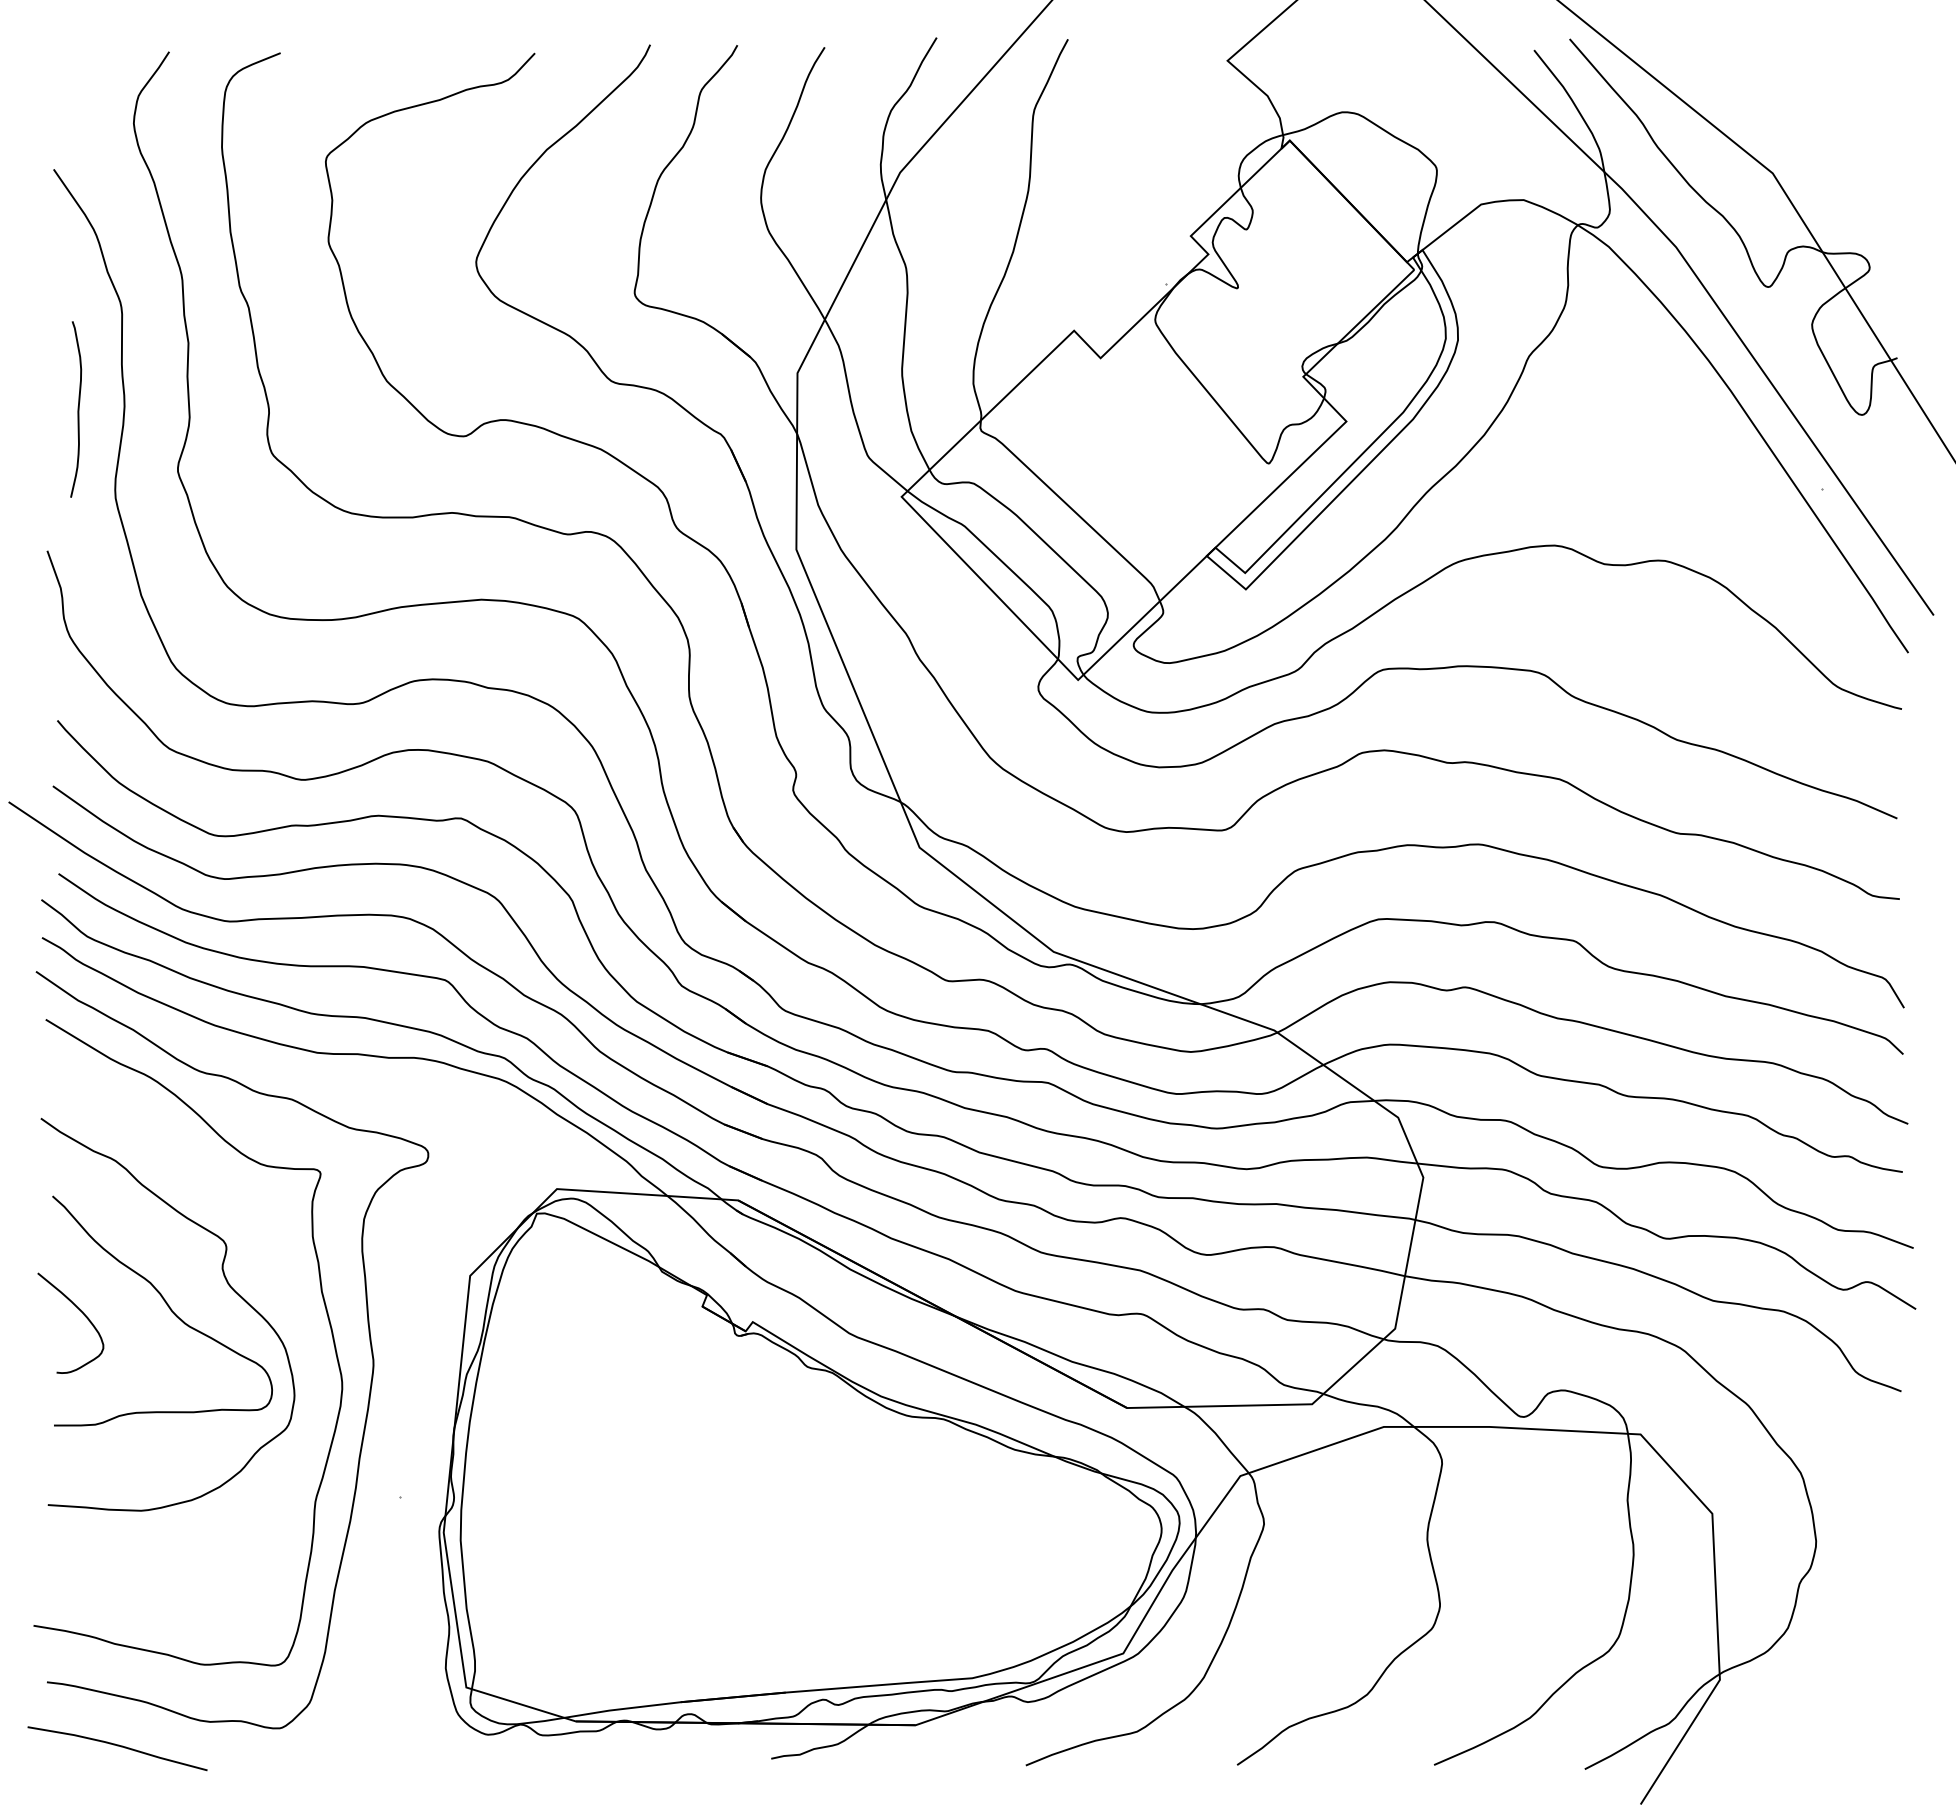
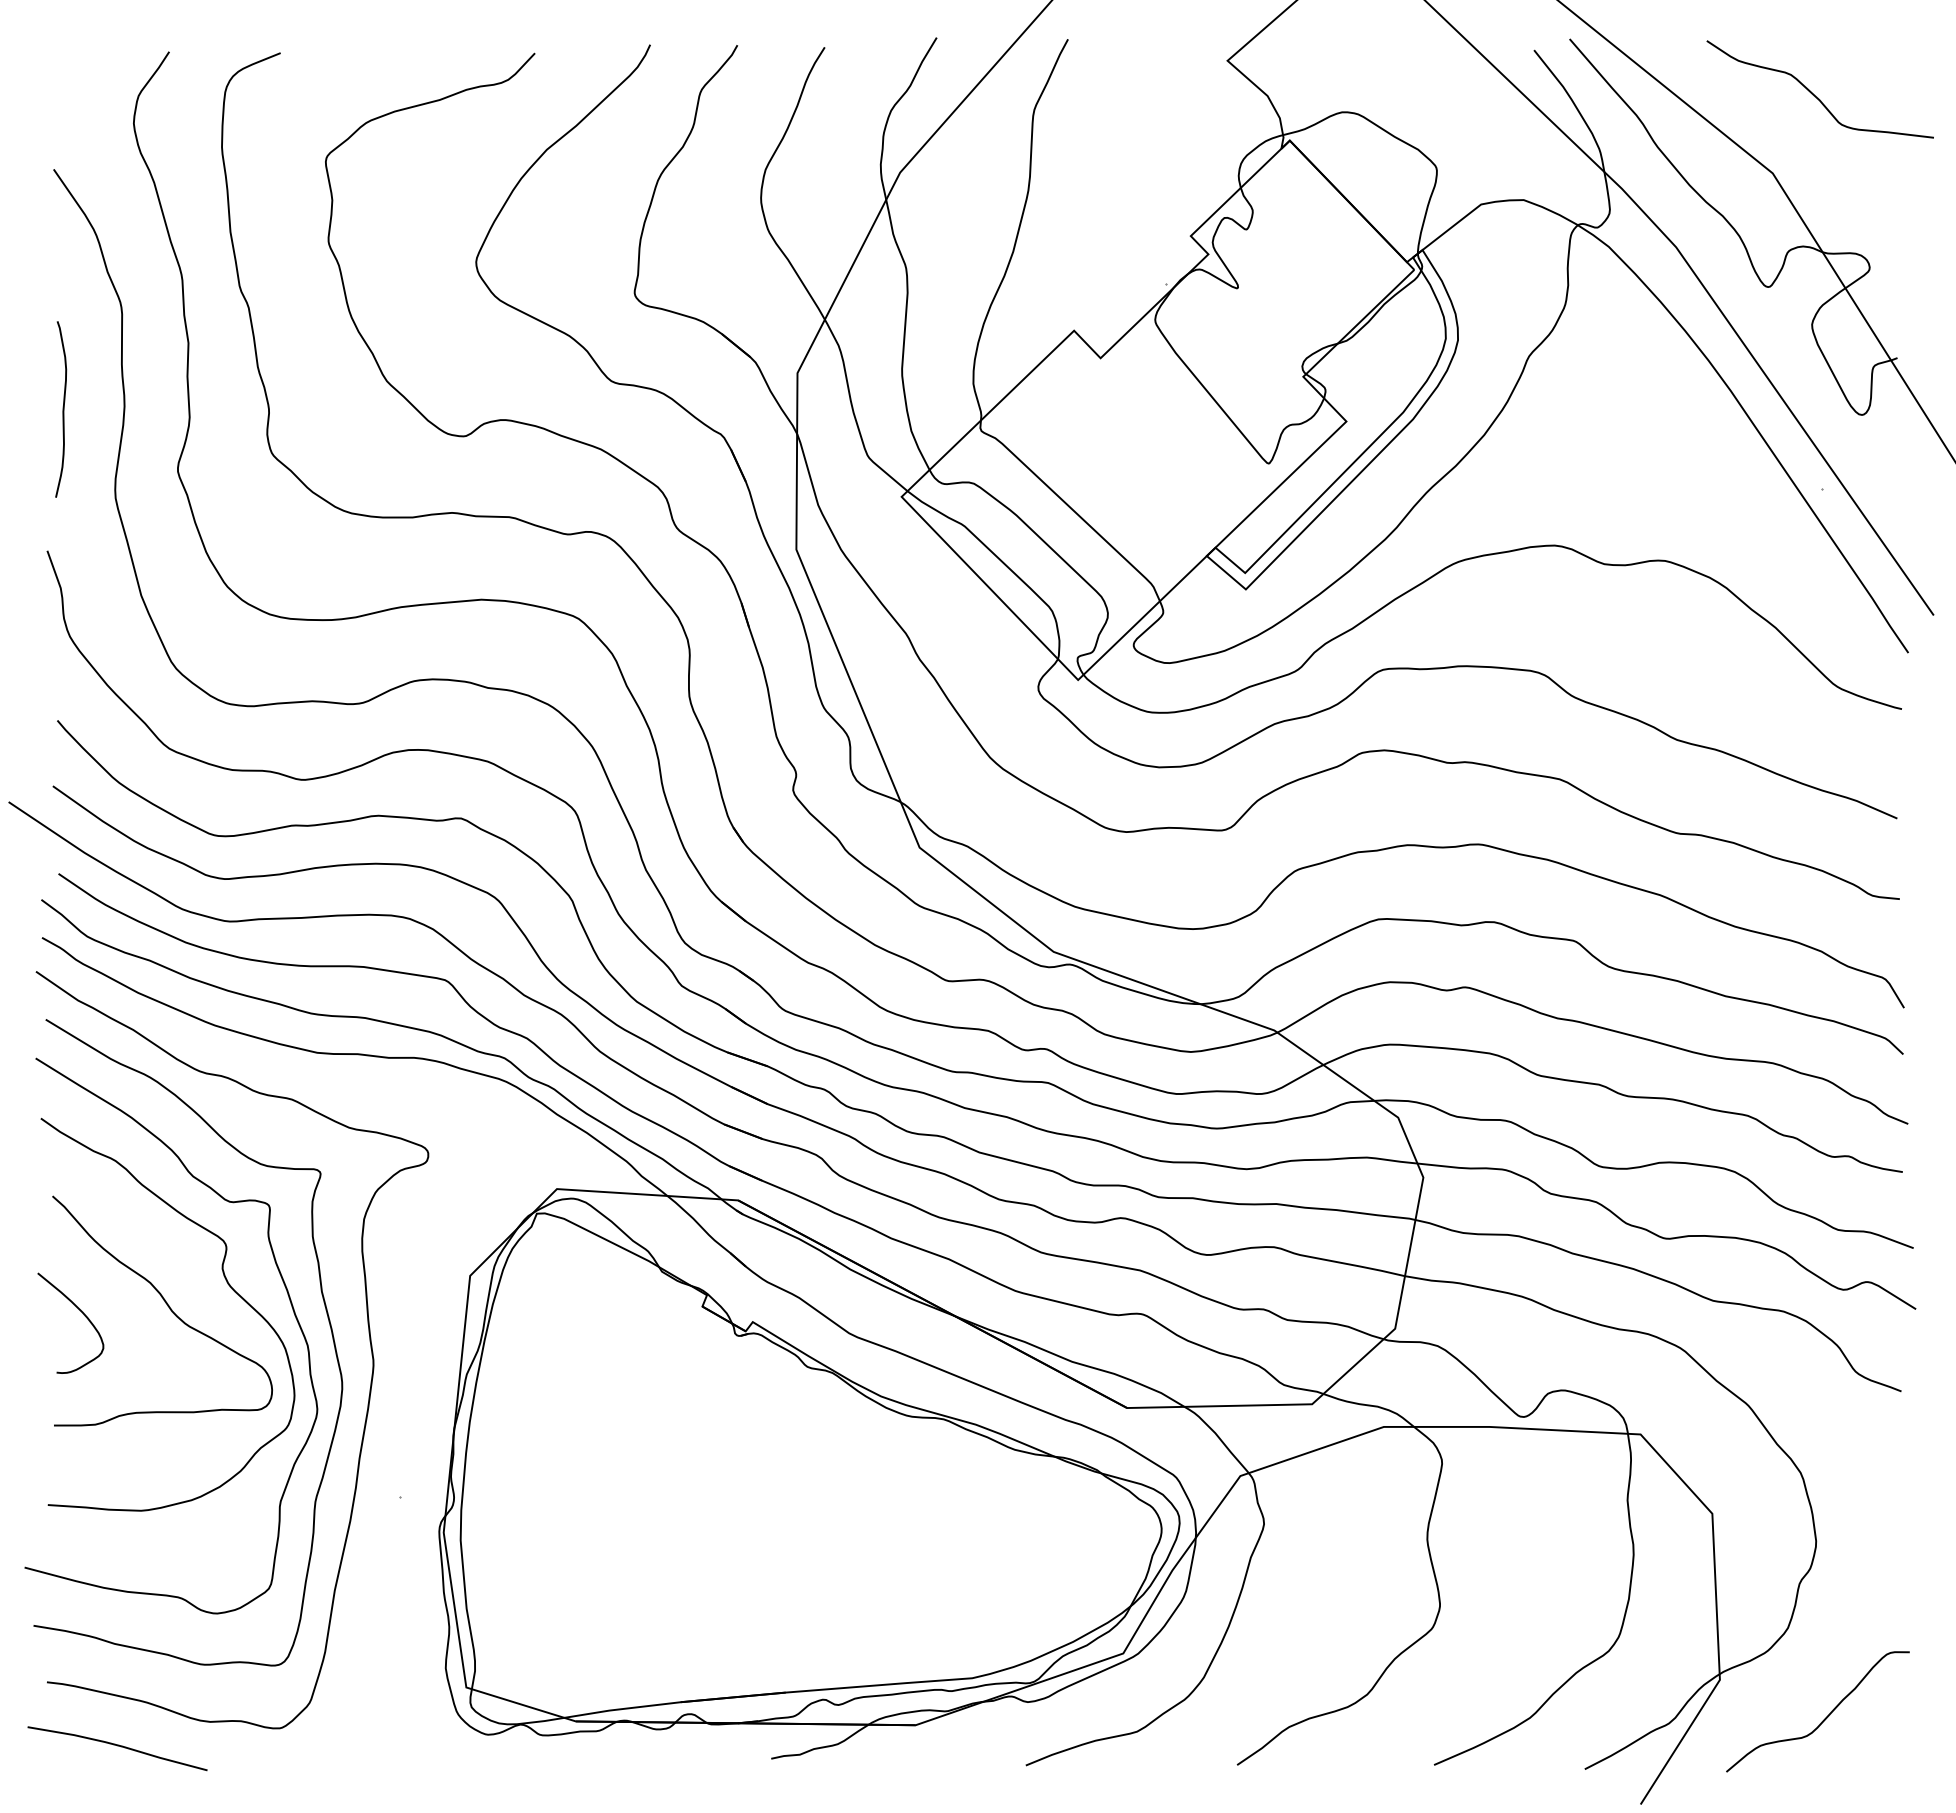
curve at (1814, 94): none -> present
curve at (77, 409) position: (77, 409) -> (62, 409)
curve at (289, 1301): none -> present
curve at (1824, 1718): none -> present
